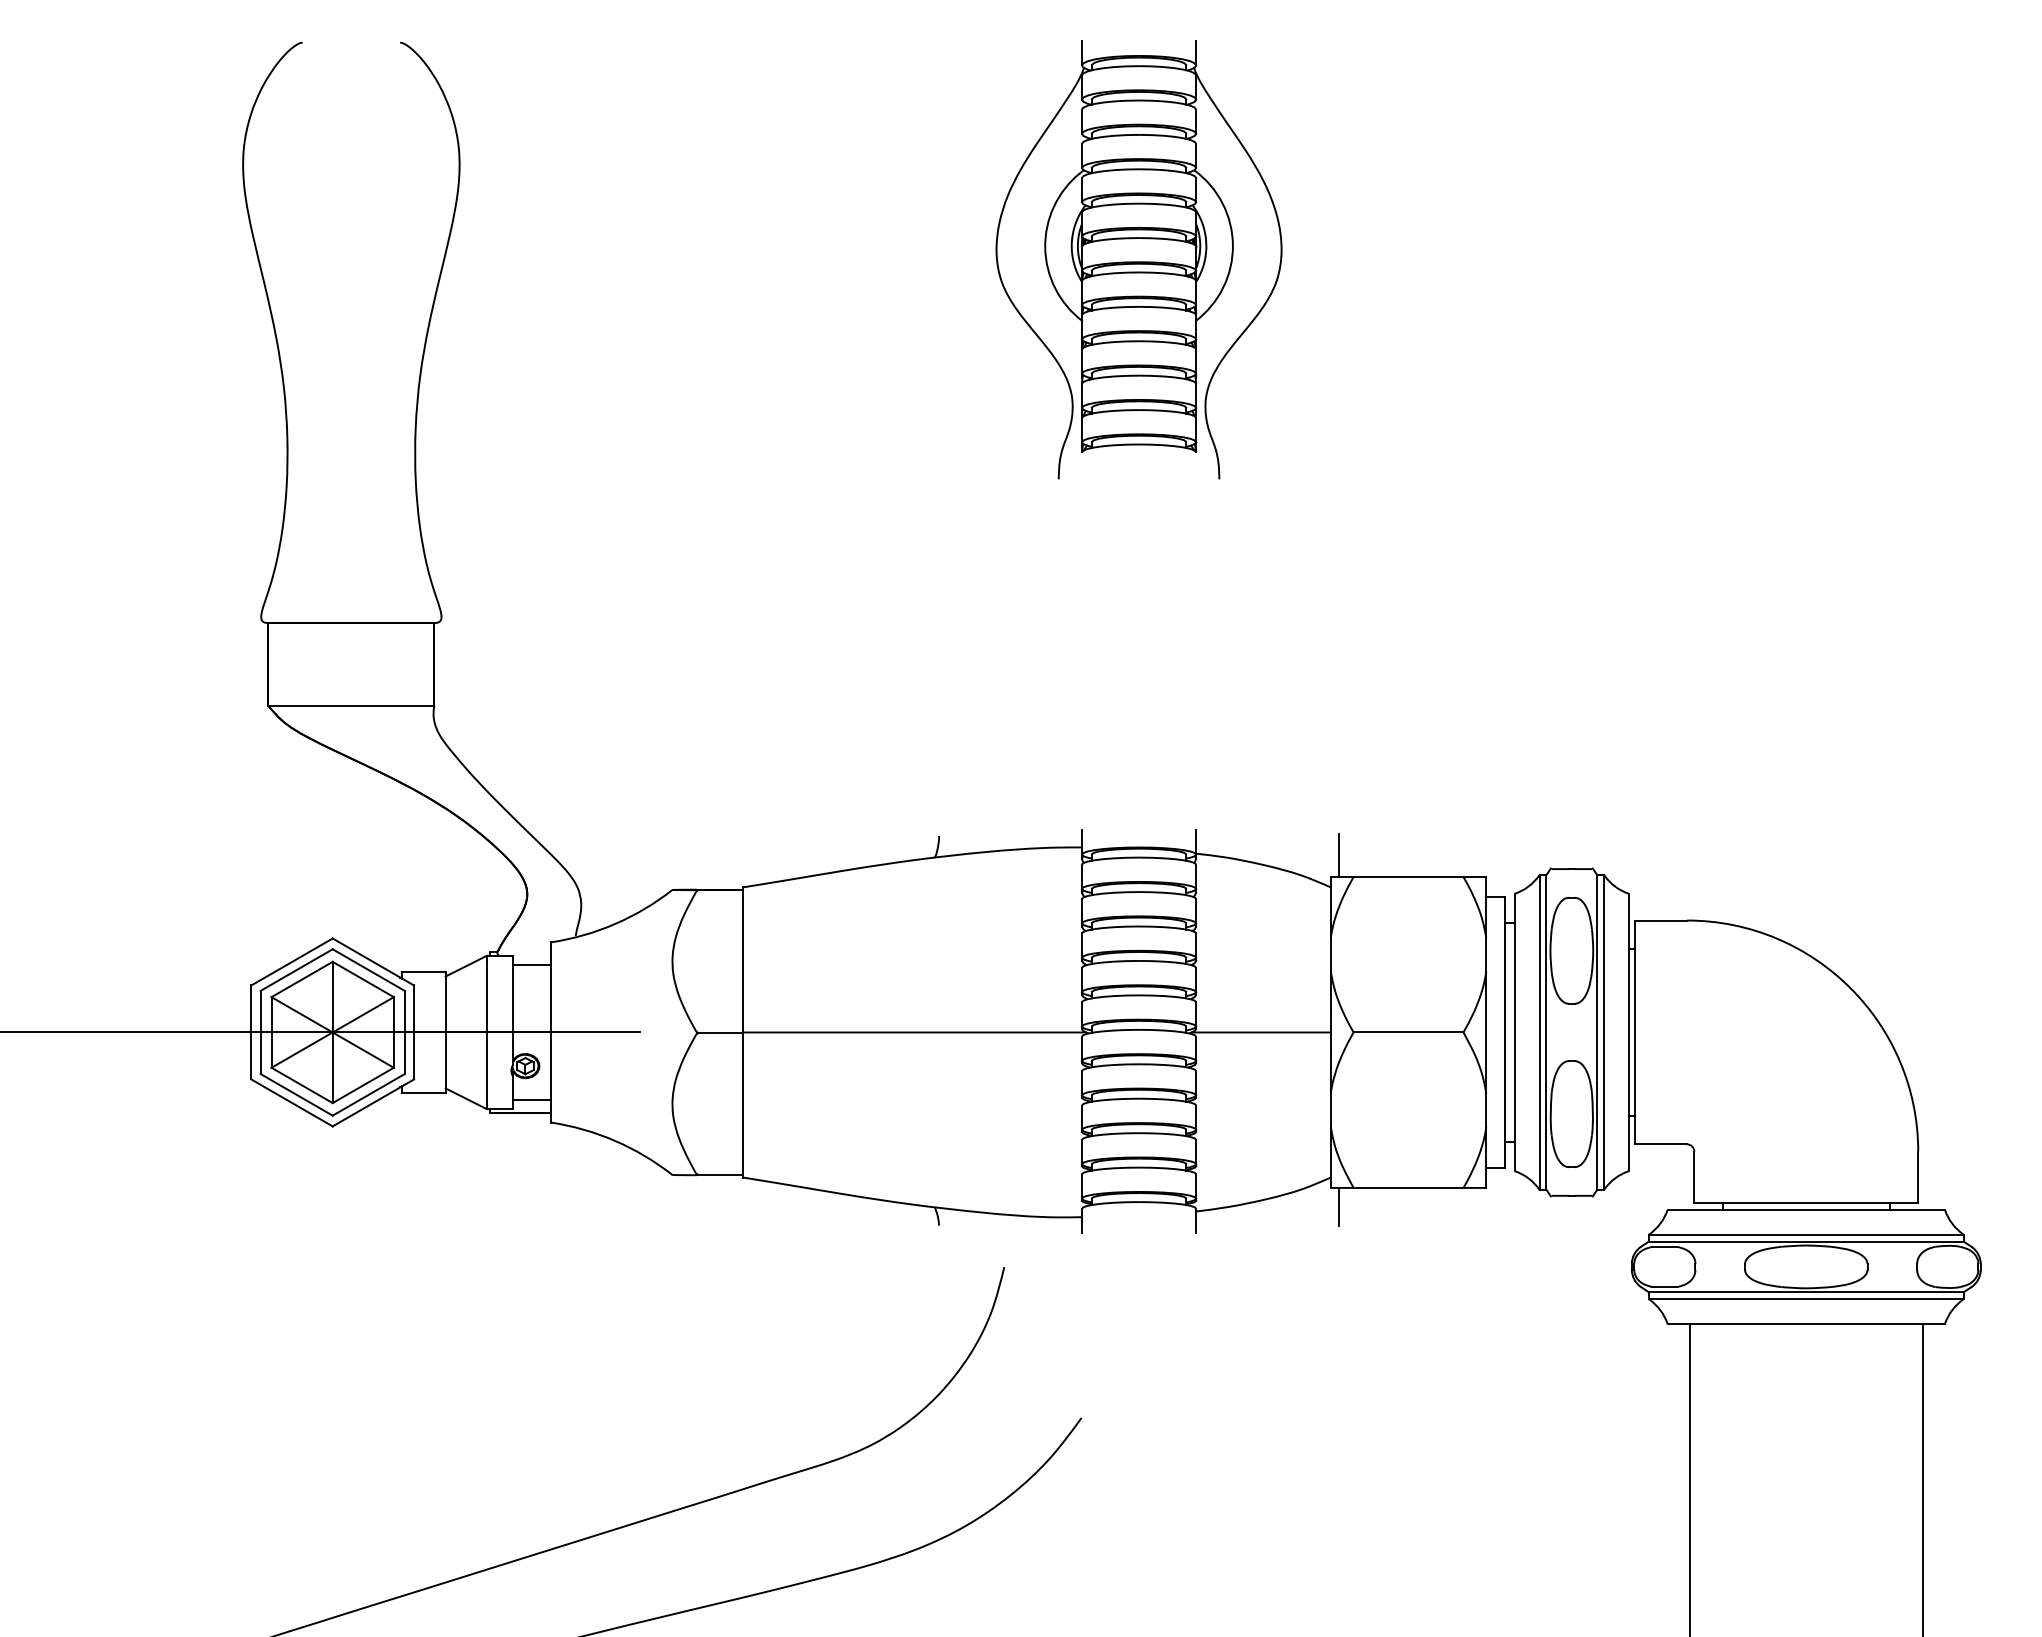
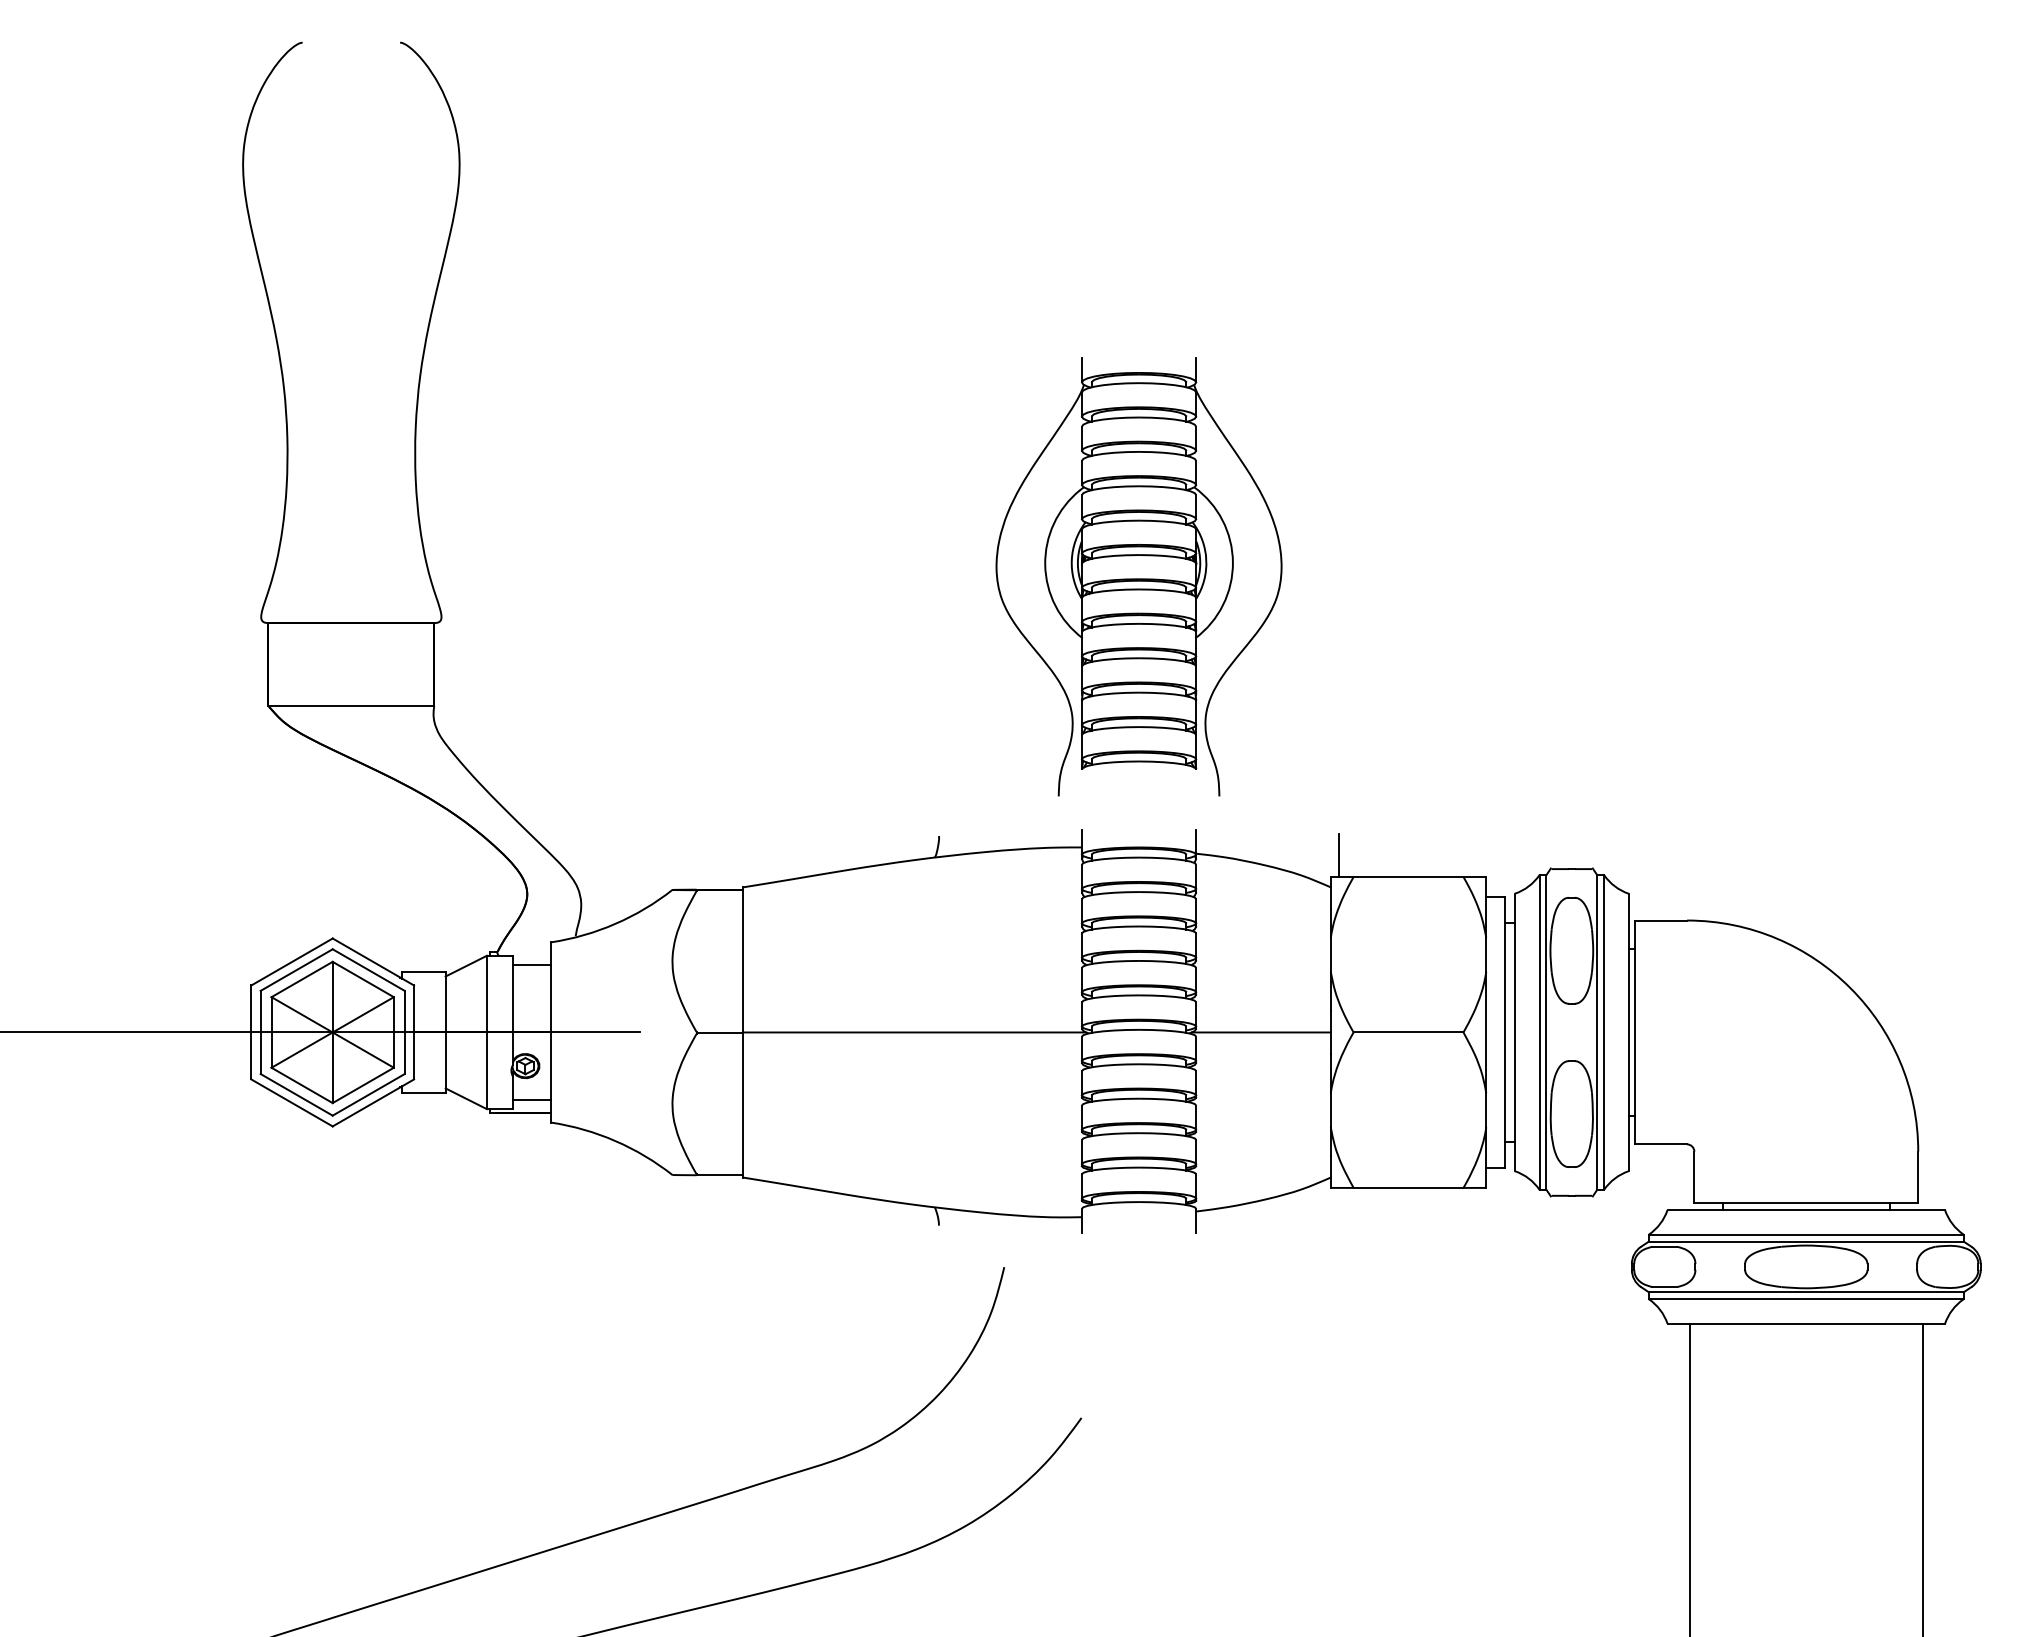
part at (1138, 259) position: (1138, 259) -> (1138, 576)
line at (1339, 1206): present -> none
